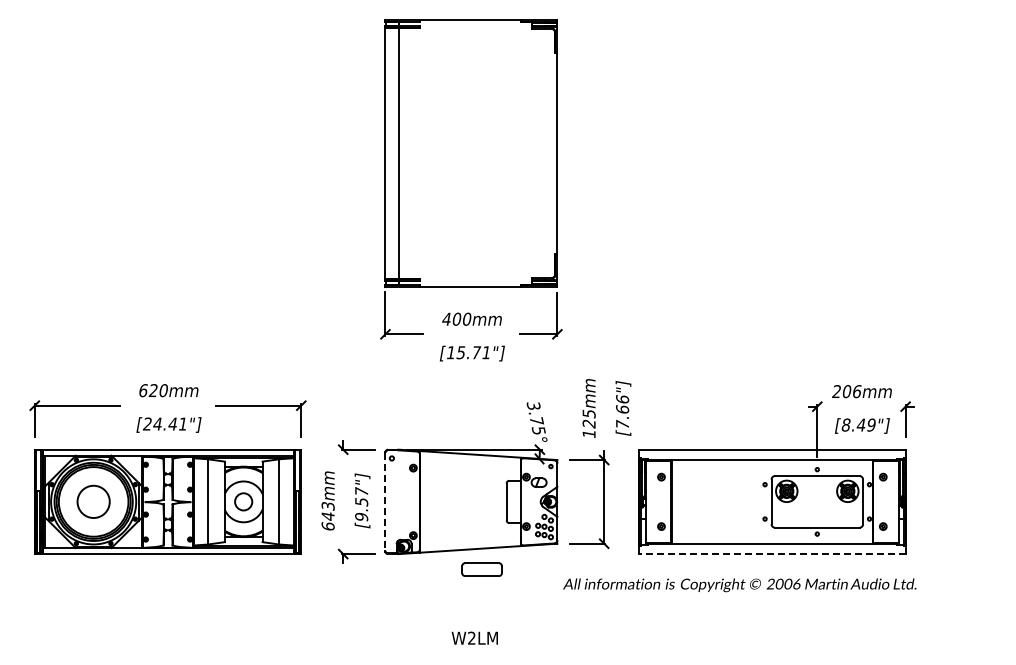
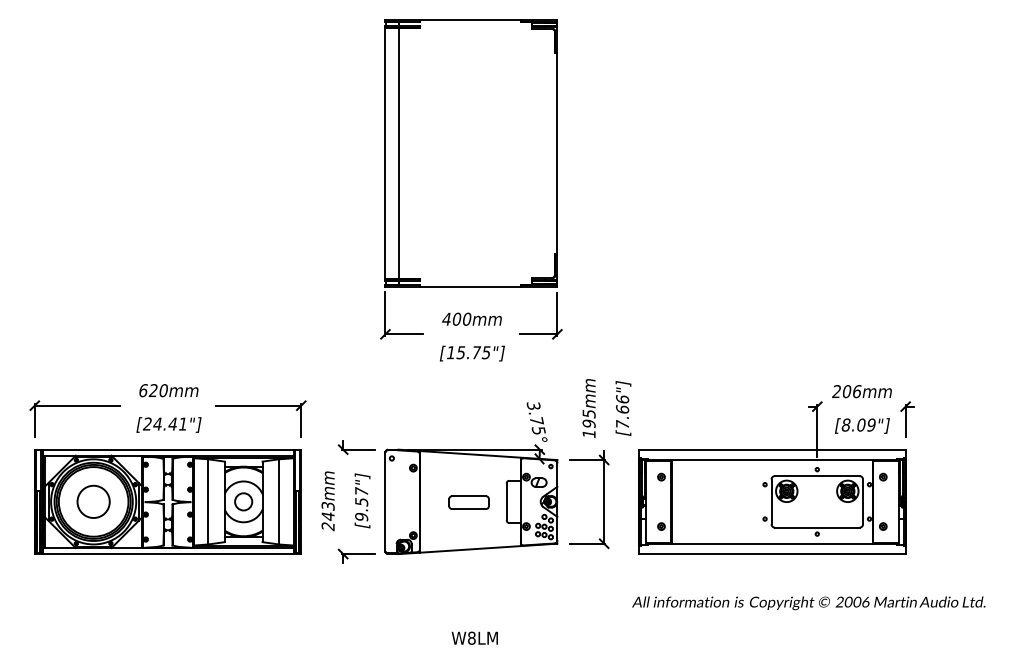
text at (485, 352): [15.71"] -> [15.75"]
text at (588, 423): 125mm -> 195mm
text at (860, 424): [8.49"] -> [8.09"]
line at (385, 502): dashed -> solid
text at (327, 526): 643mm -> 243mm
line at (771, 554): dashed -> solid
part at (481, 569) position: (481, 569) -> (468, 502)
text at (739, 585) position: (739, 585) -> (808, 603)
text at (471, 637): W2LM -> W8LM
